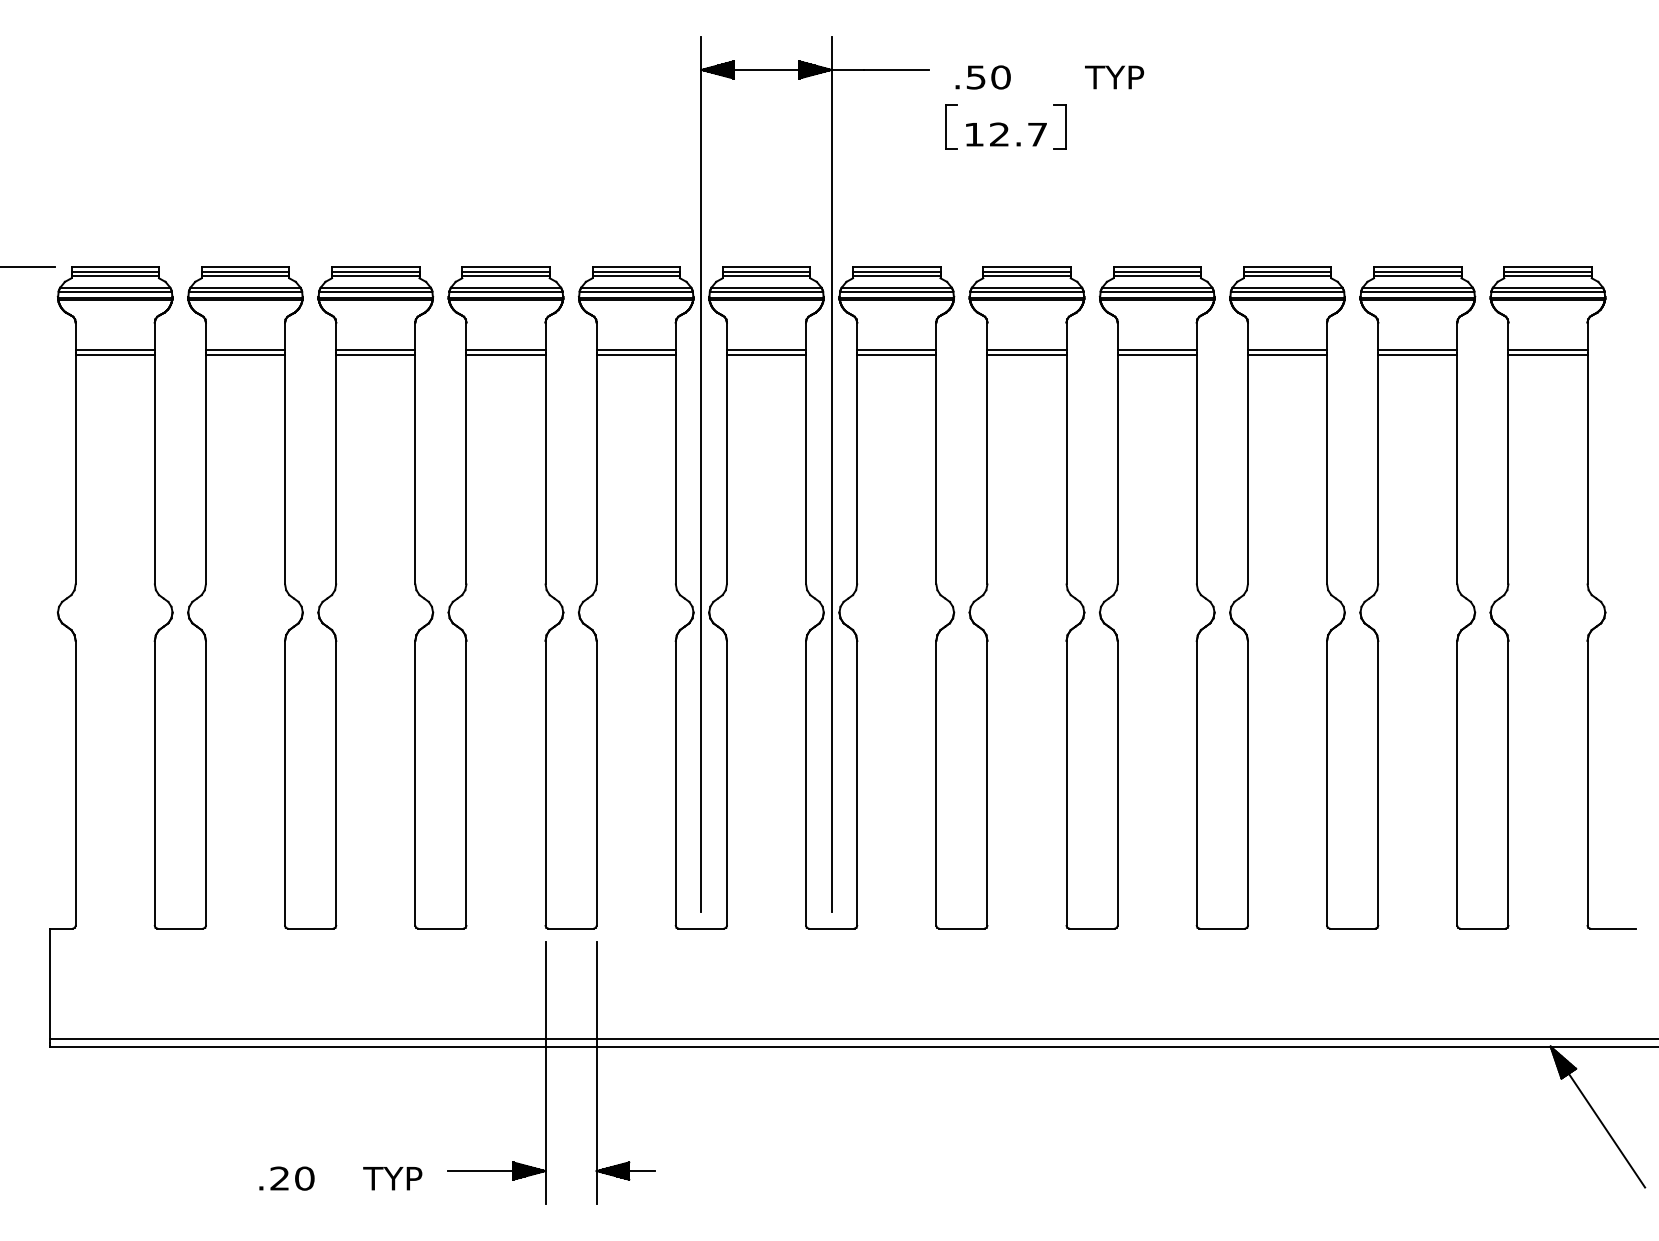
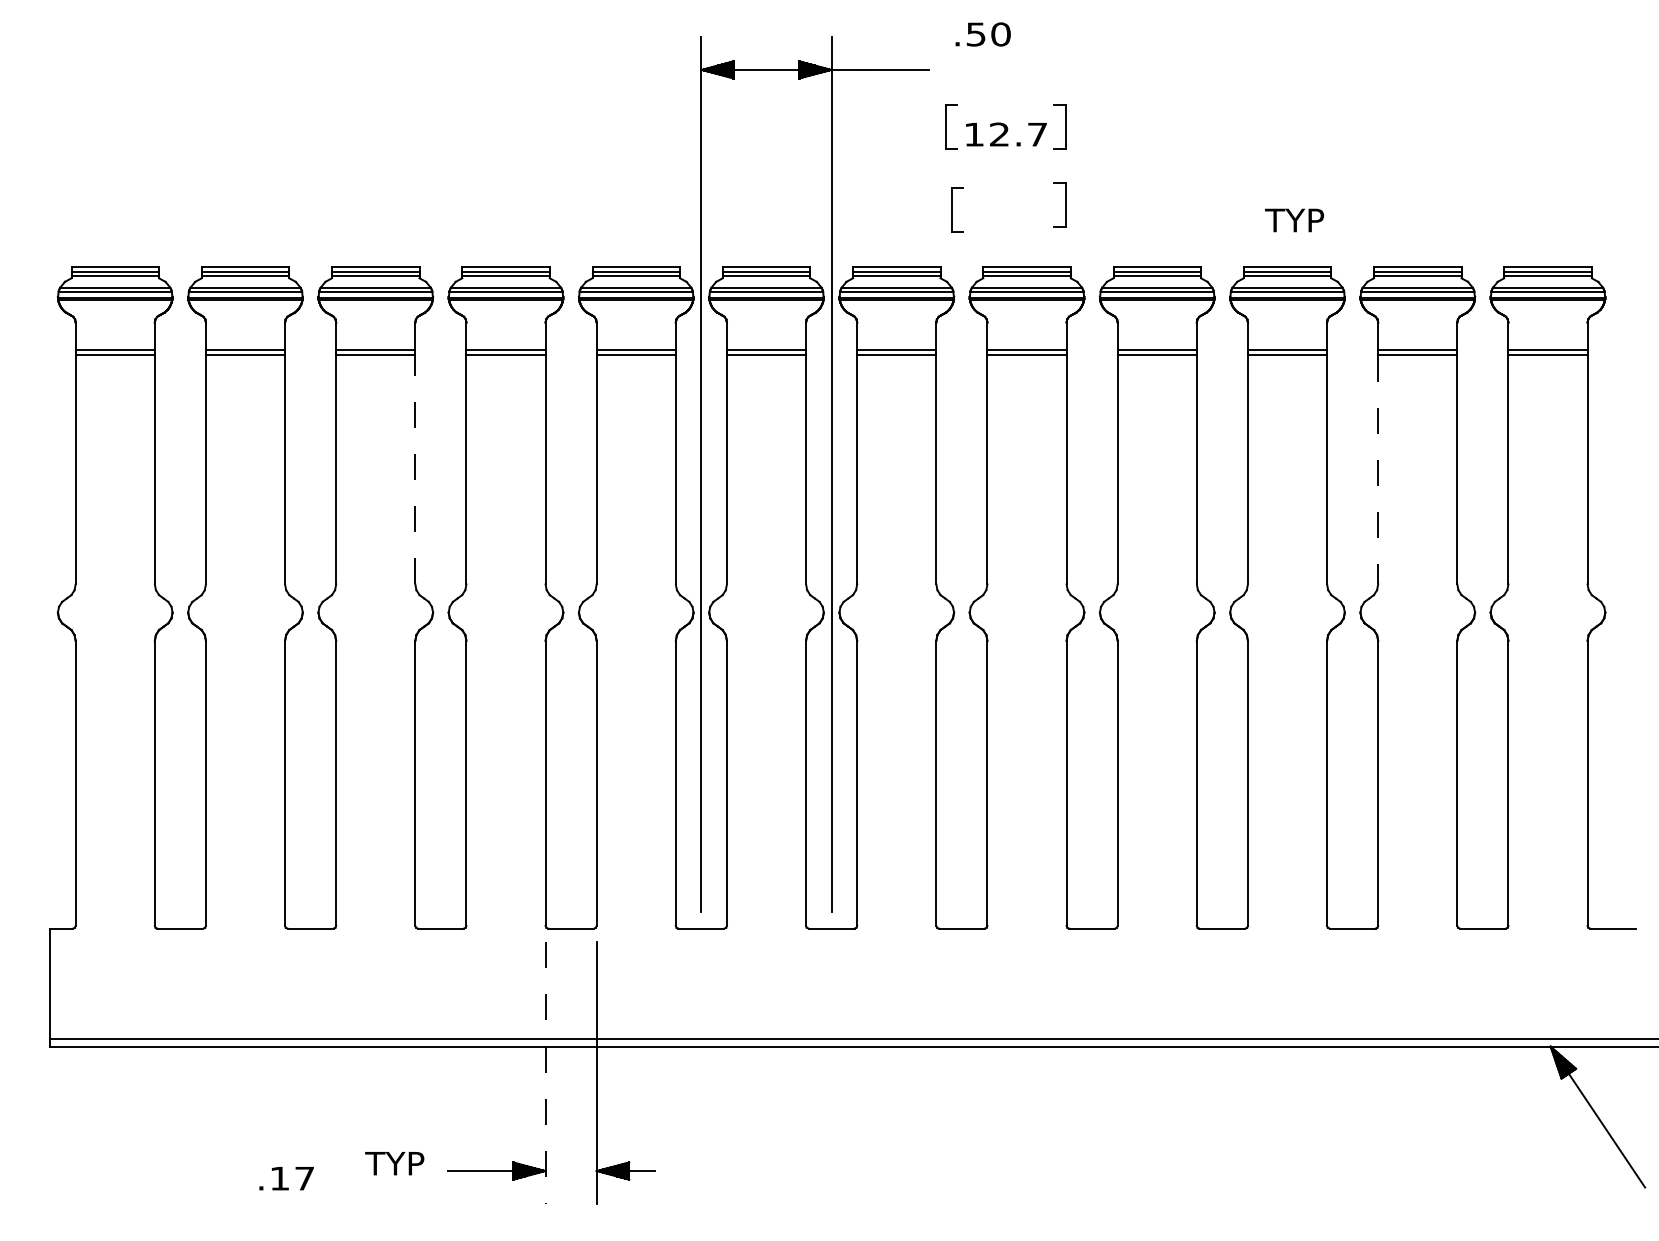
text at (982, 77) position: (982, 77) -> (982, 34)
text at (1114, 77) position: (1114, 77) -> (1294, 220)
part at (1059, 204): none -> present
part at (957, 209): none -> present
line at (28, 267): present -> none
line at (415, 469): solid -> dashed
line at (1378, 470): solid -> dashed
line at (545, 1072): solid -> dashed
text at (292, 1178): .20 -> .17
text at (392, 1178) position: (392, 1178) -> (394, 1163)
